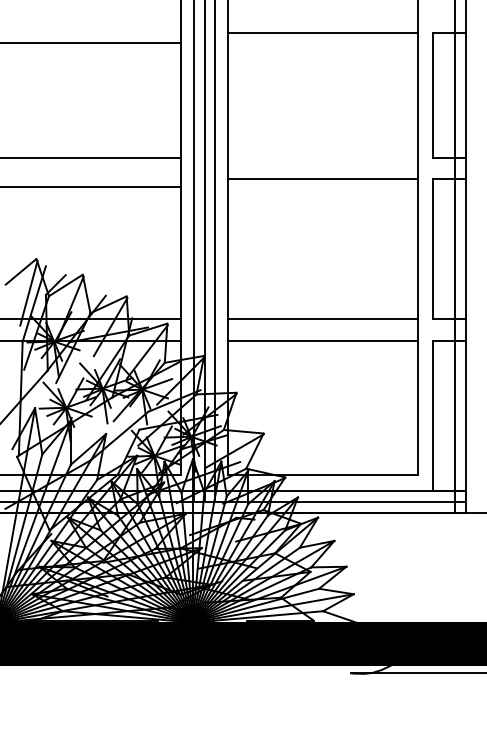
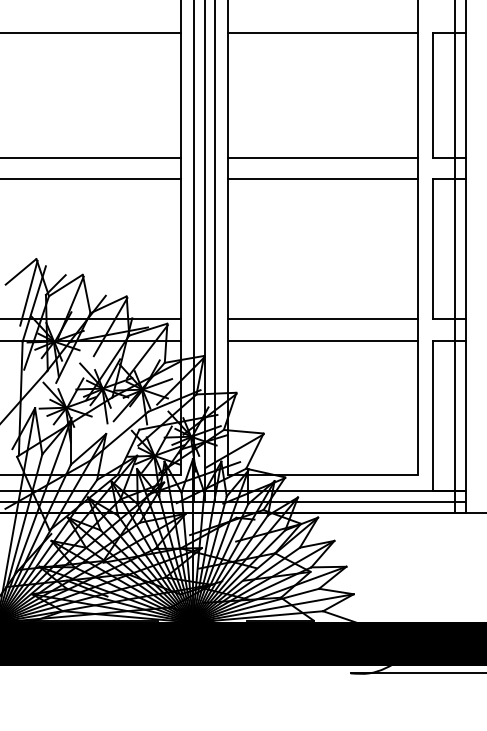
line at (91, 42) position: (91, 42) -> (91, 32)
line at (322, 157): none -> present
line at (91, 187) position: (91, 187) -> (91, 179)
